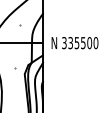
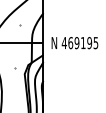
text at (79, 43): 335500 -> 469195
